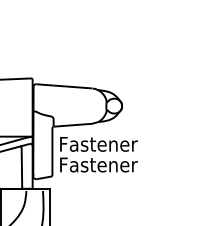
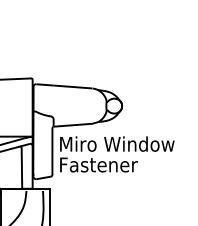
text at (117, 143): Fastener -> Miro Window
